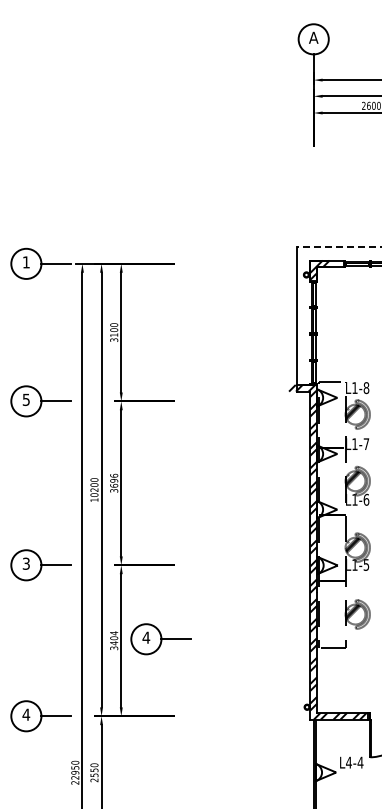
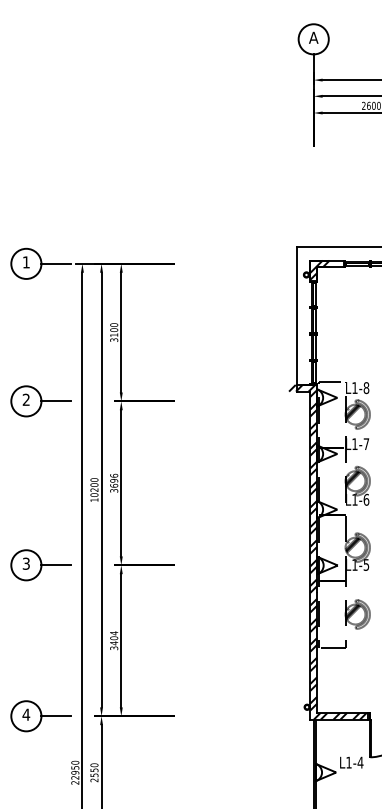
line at (339, 247): dashed -> solid
text at (25, 399): 5 -> 2
part at (160, 639): present -> none
text at (348, 762): L4-4 -> L1-4
